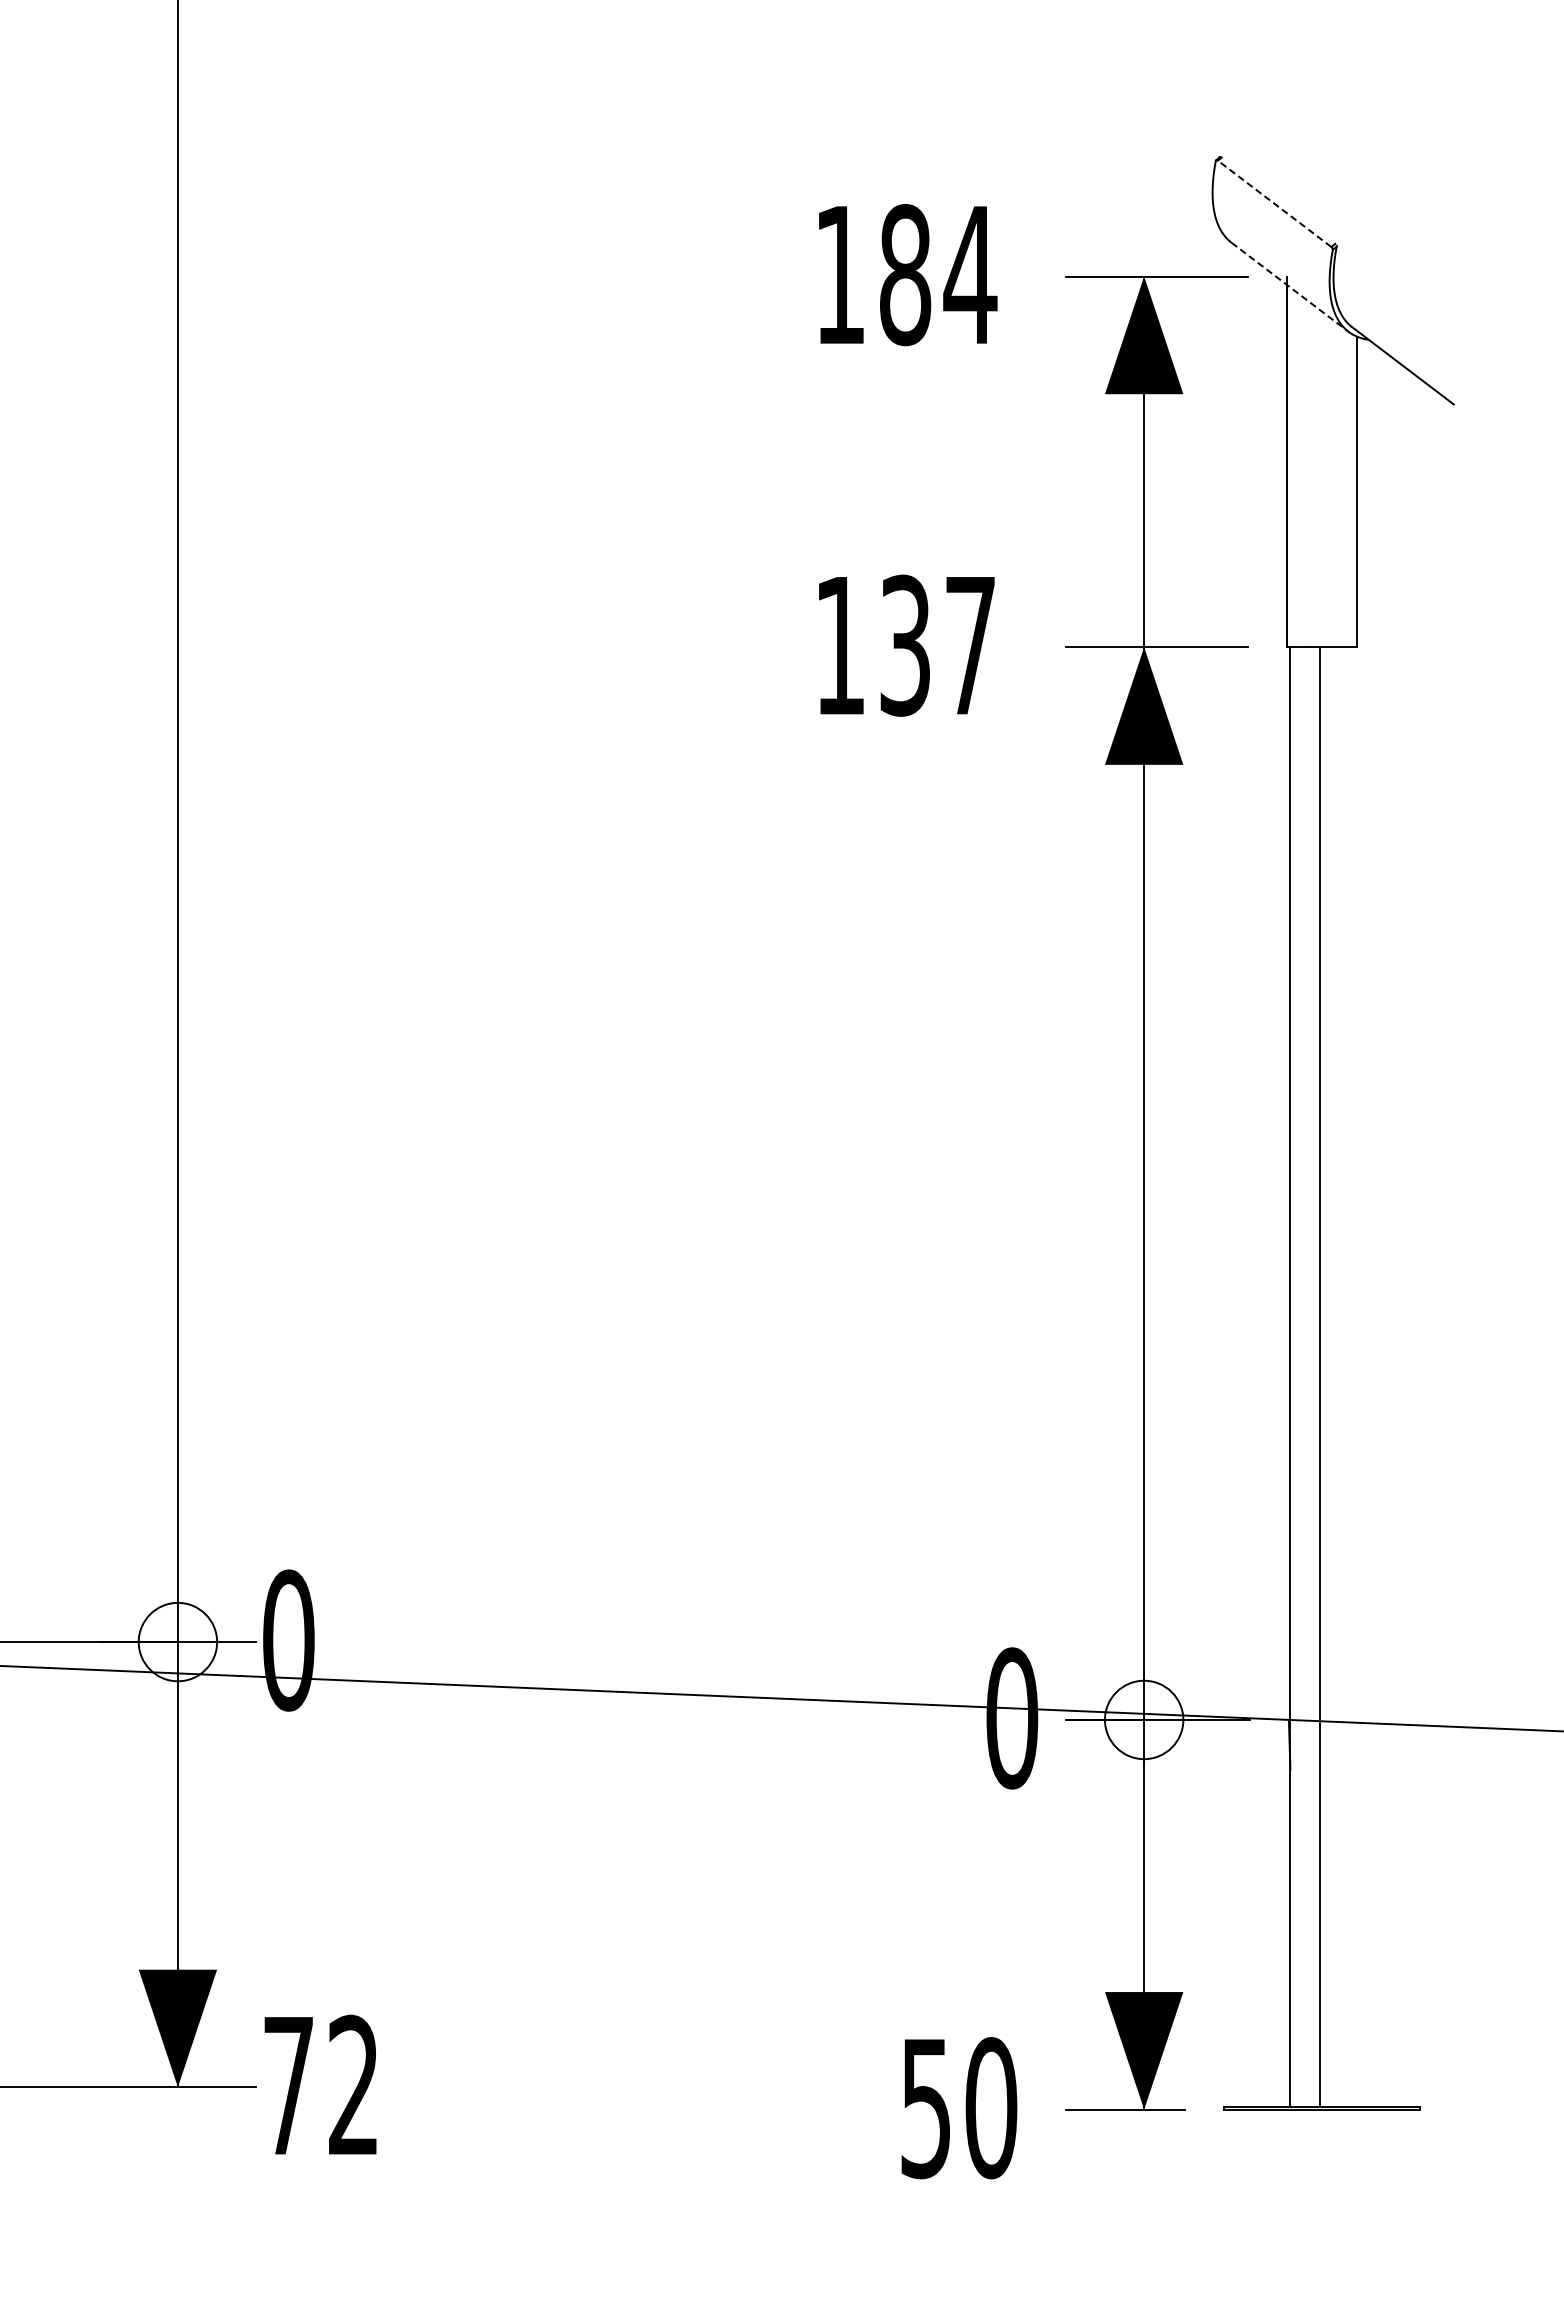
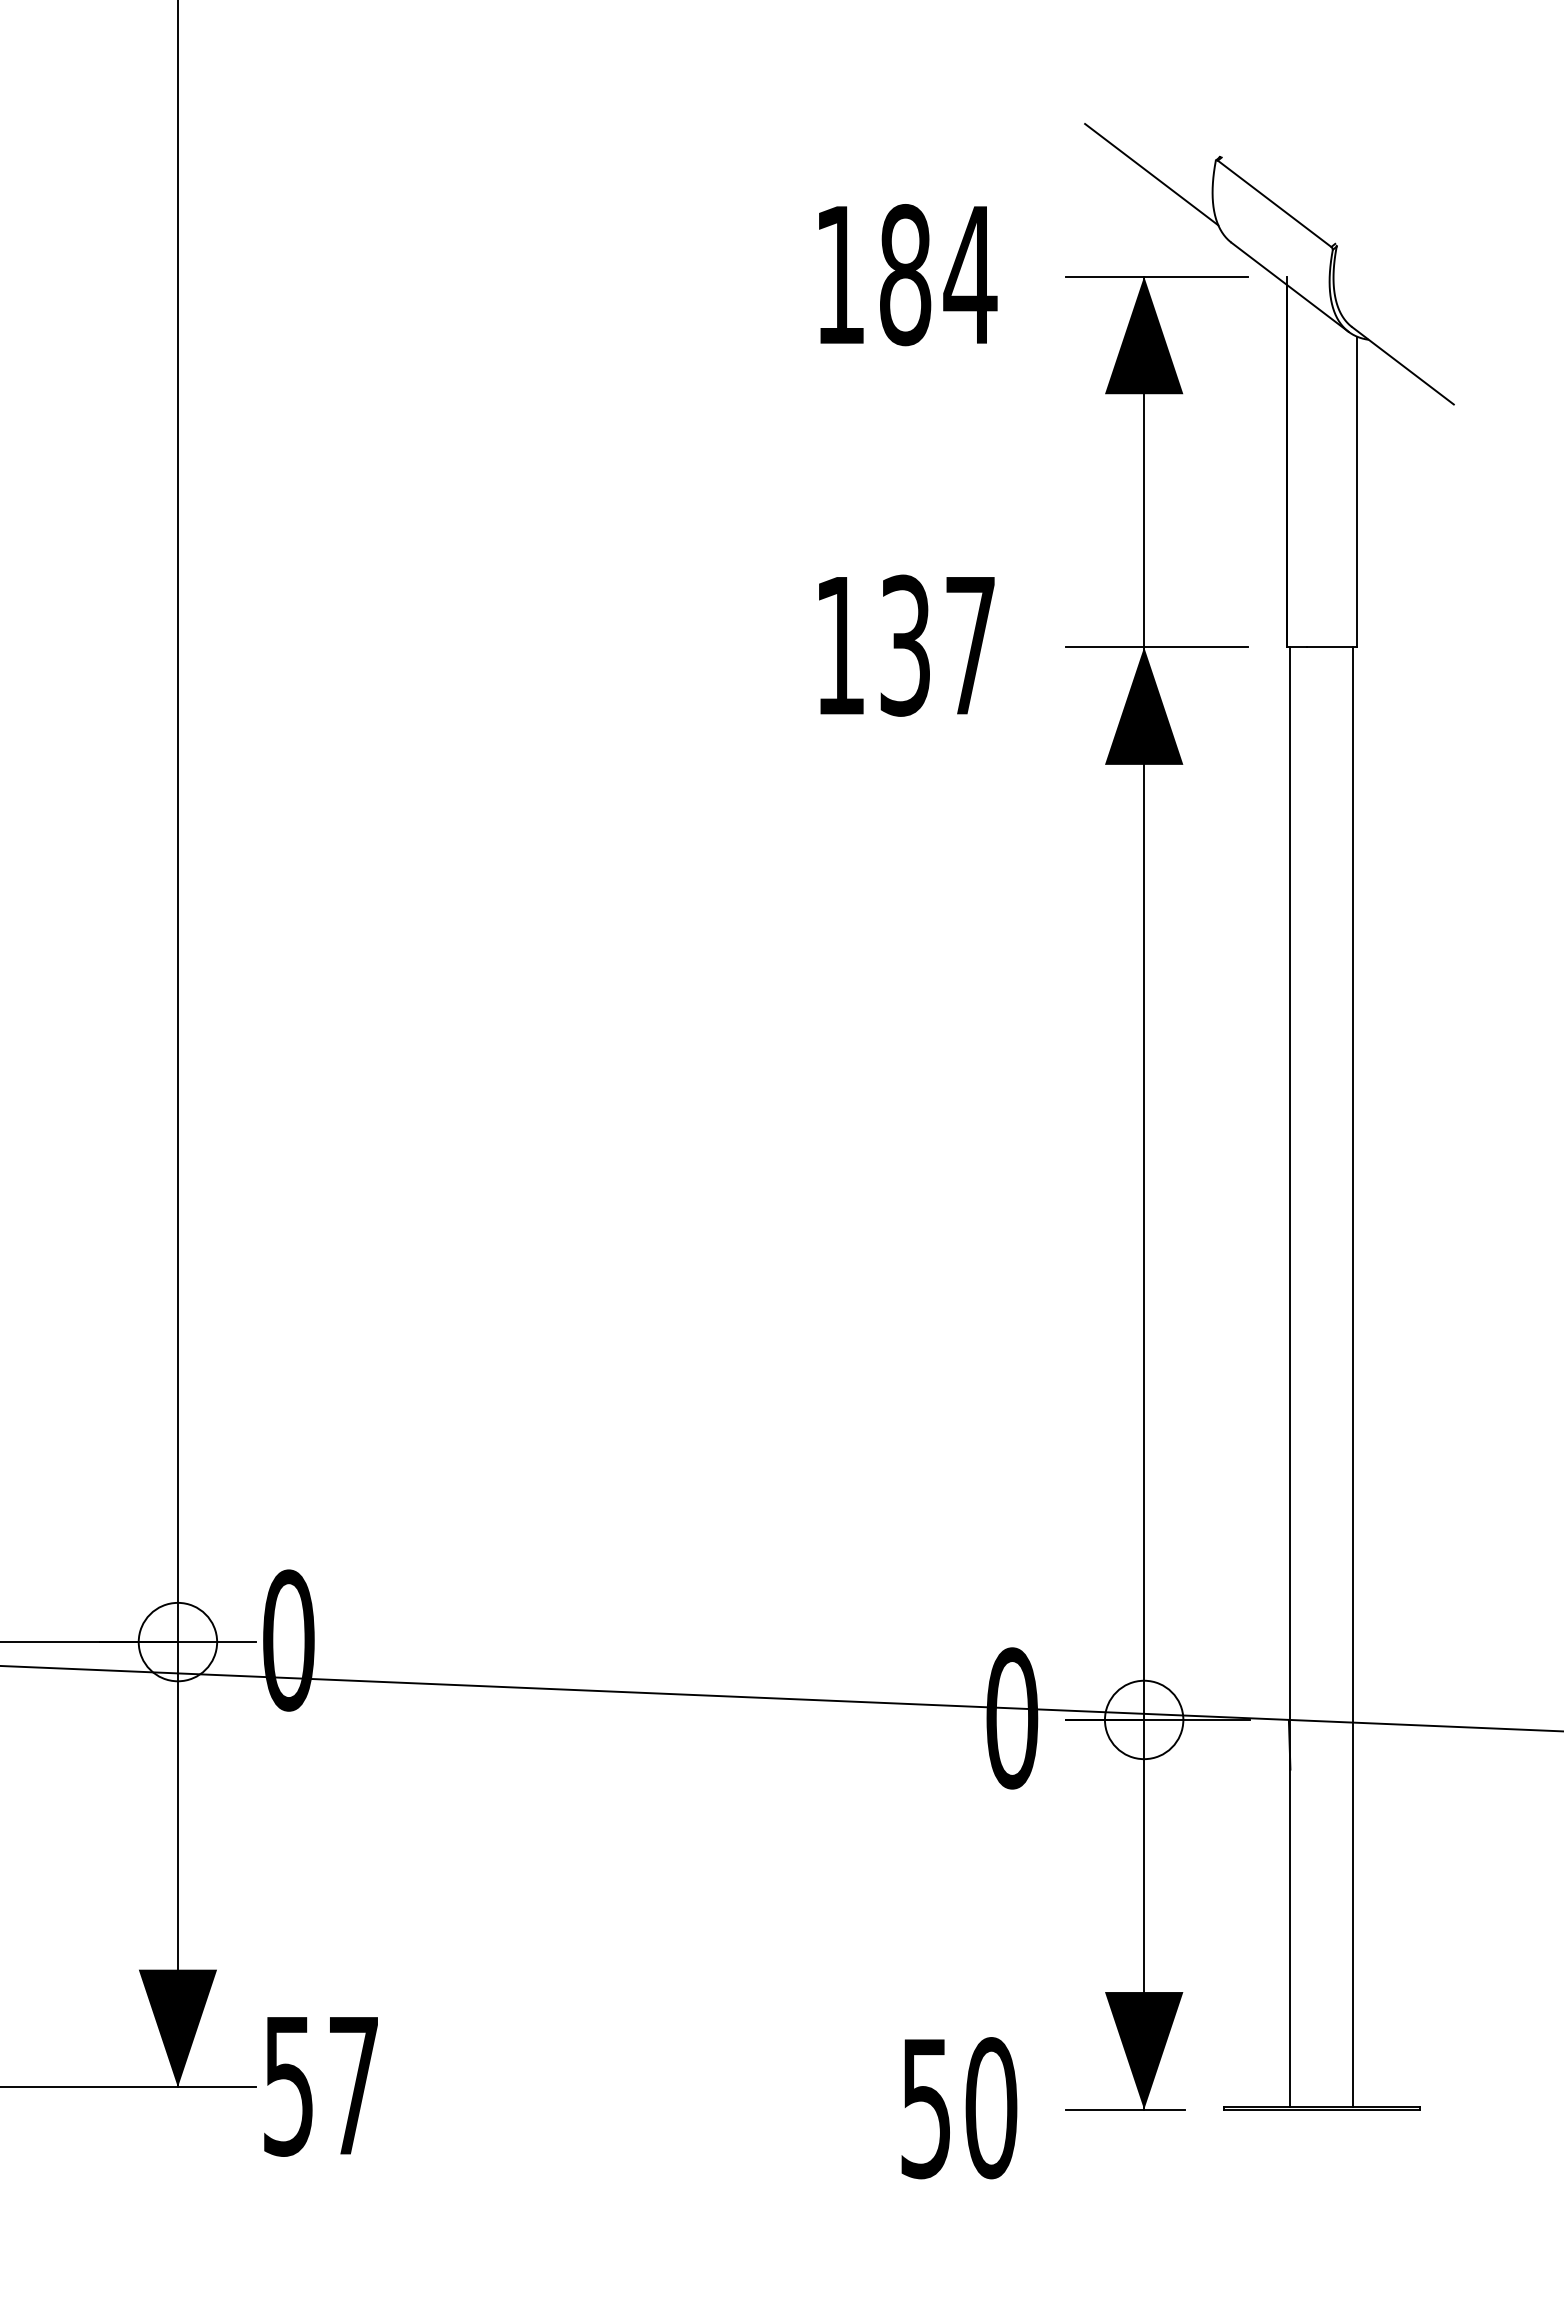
line at (1151, 174): none -> present
line at (1274, 203): dashed -> solid
line at (1290, 287): dashed -> solid
line at (1320, 1377) position: (1320, 1377) -> (1353, 1377)
text at (320, 2085): 72 -> 57
